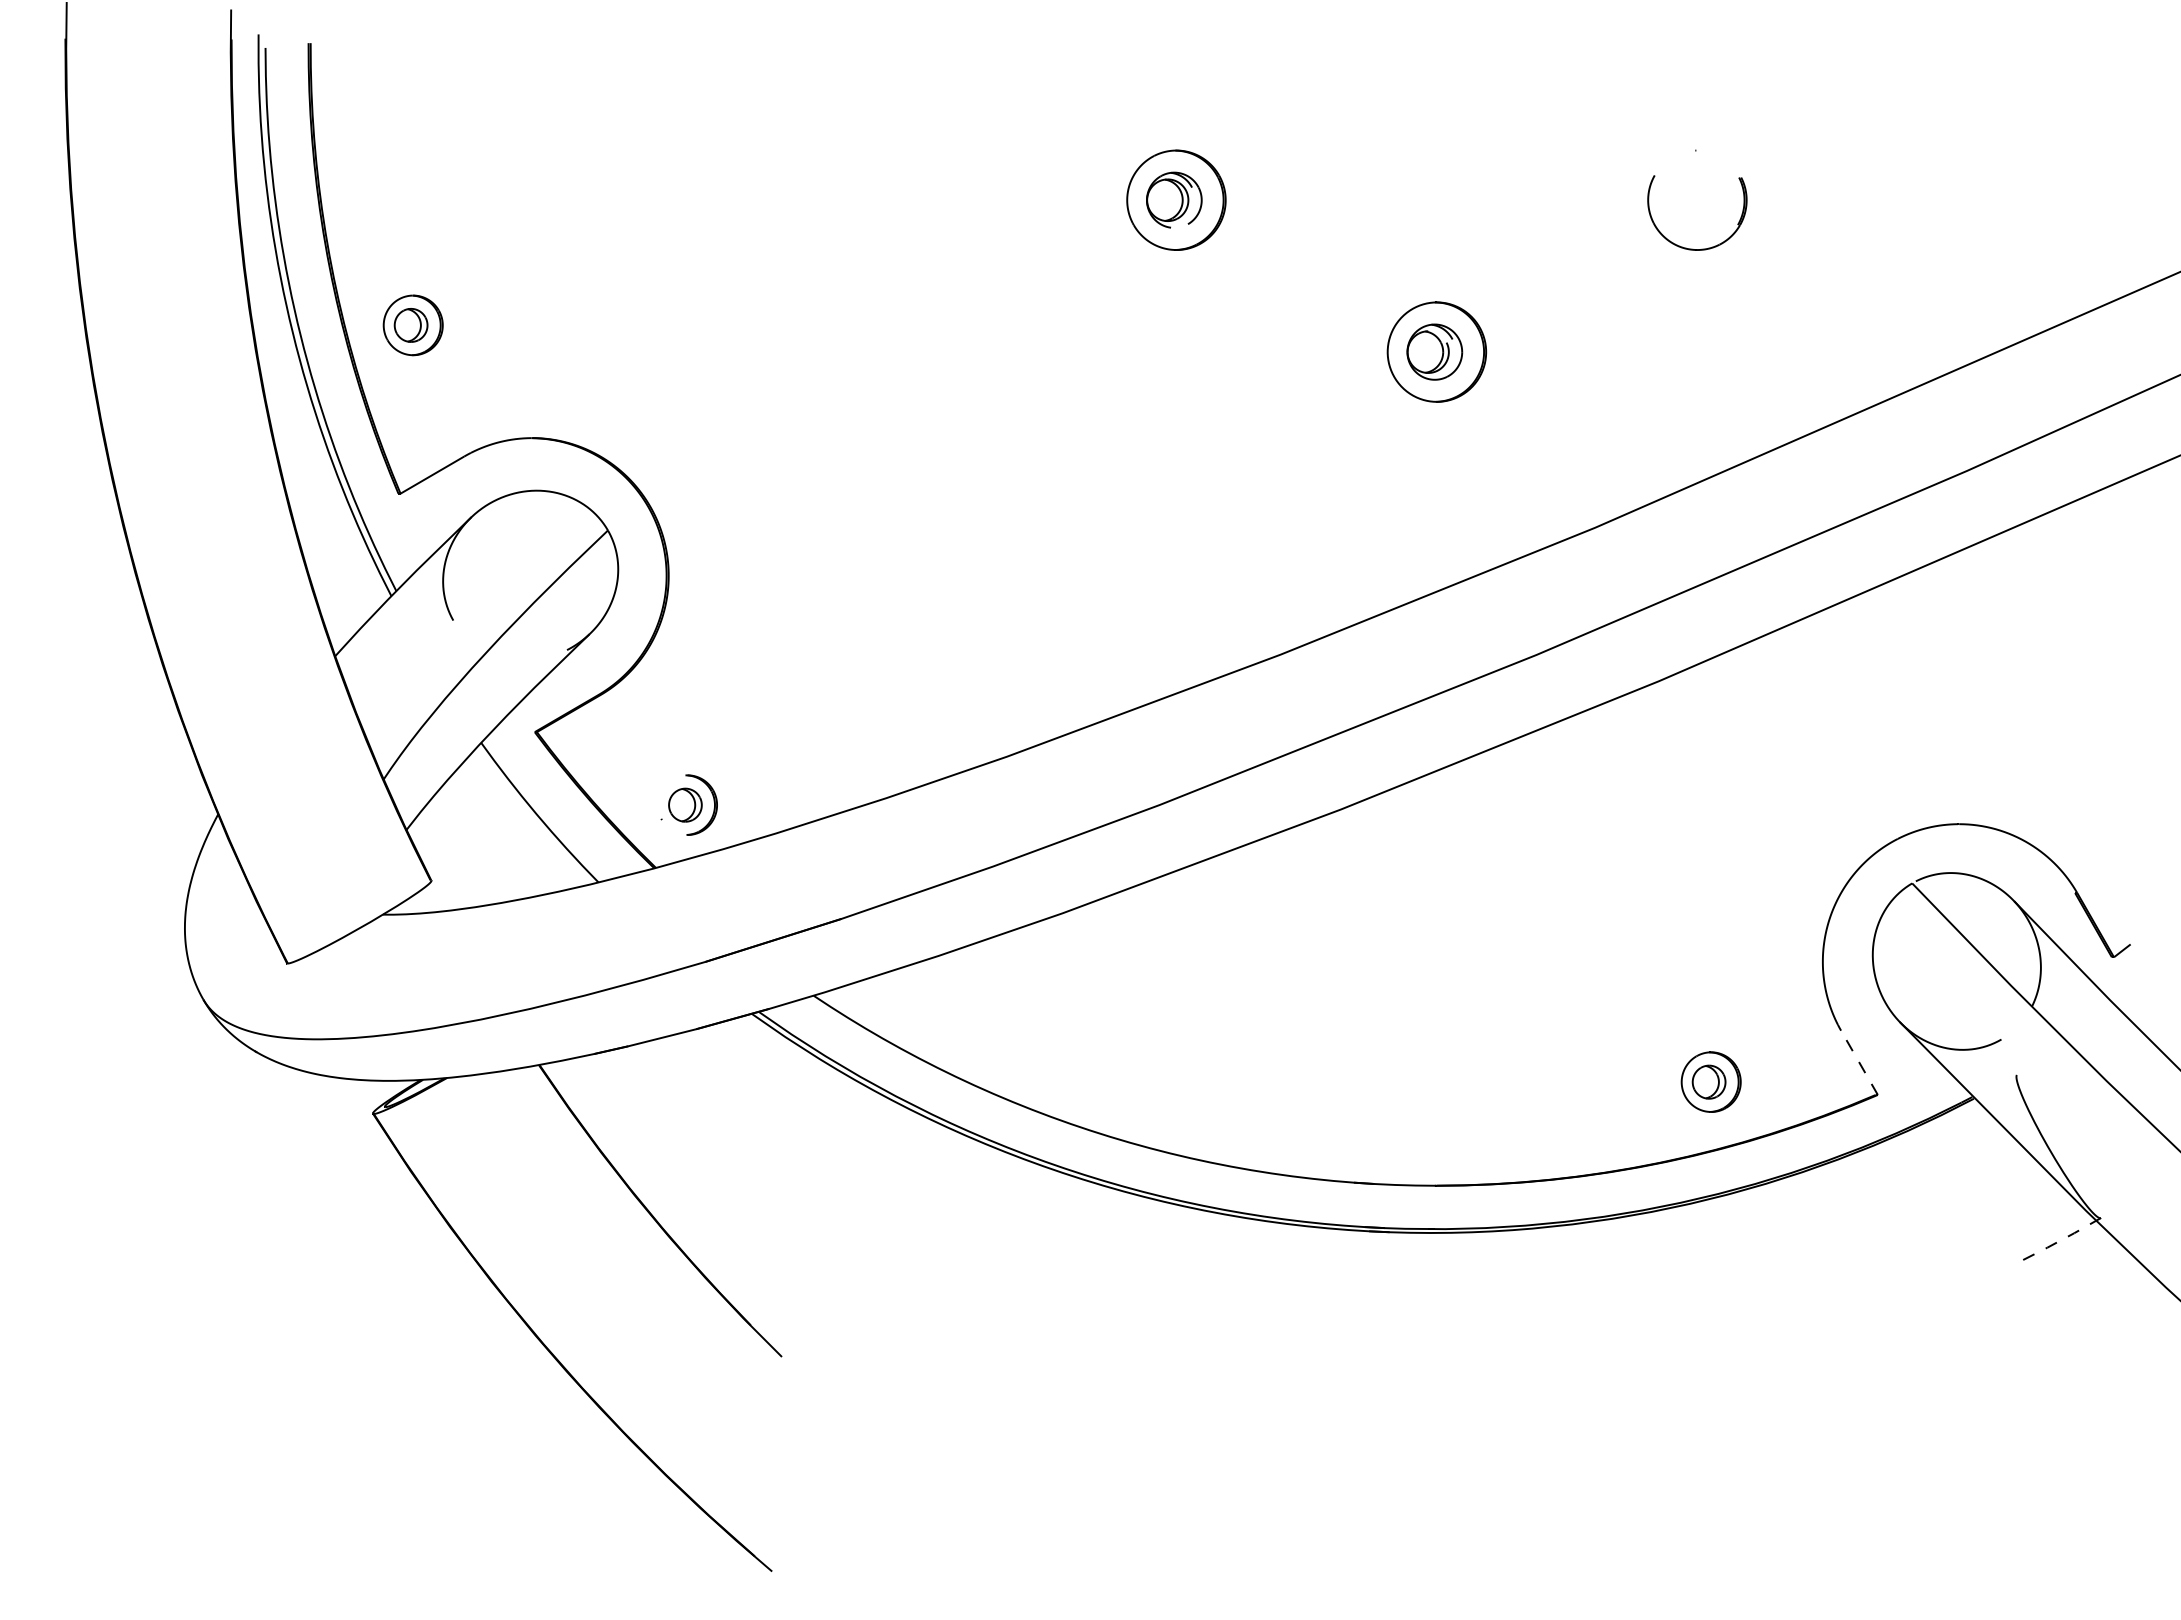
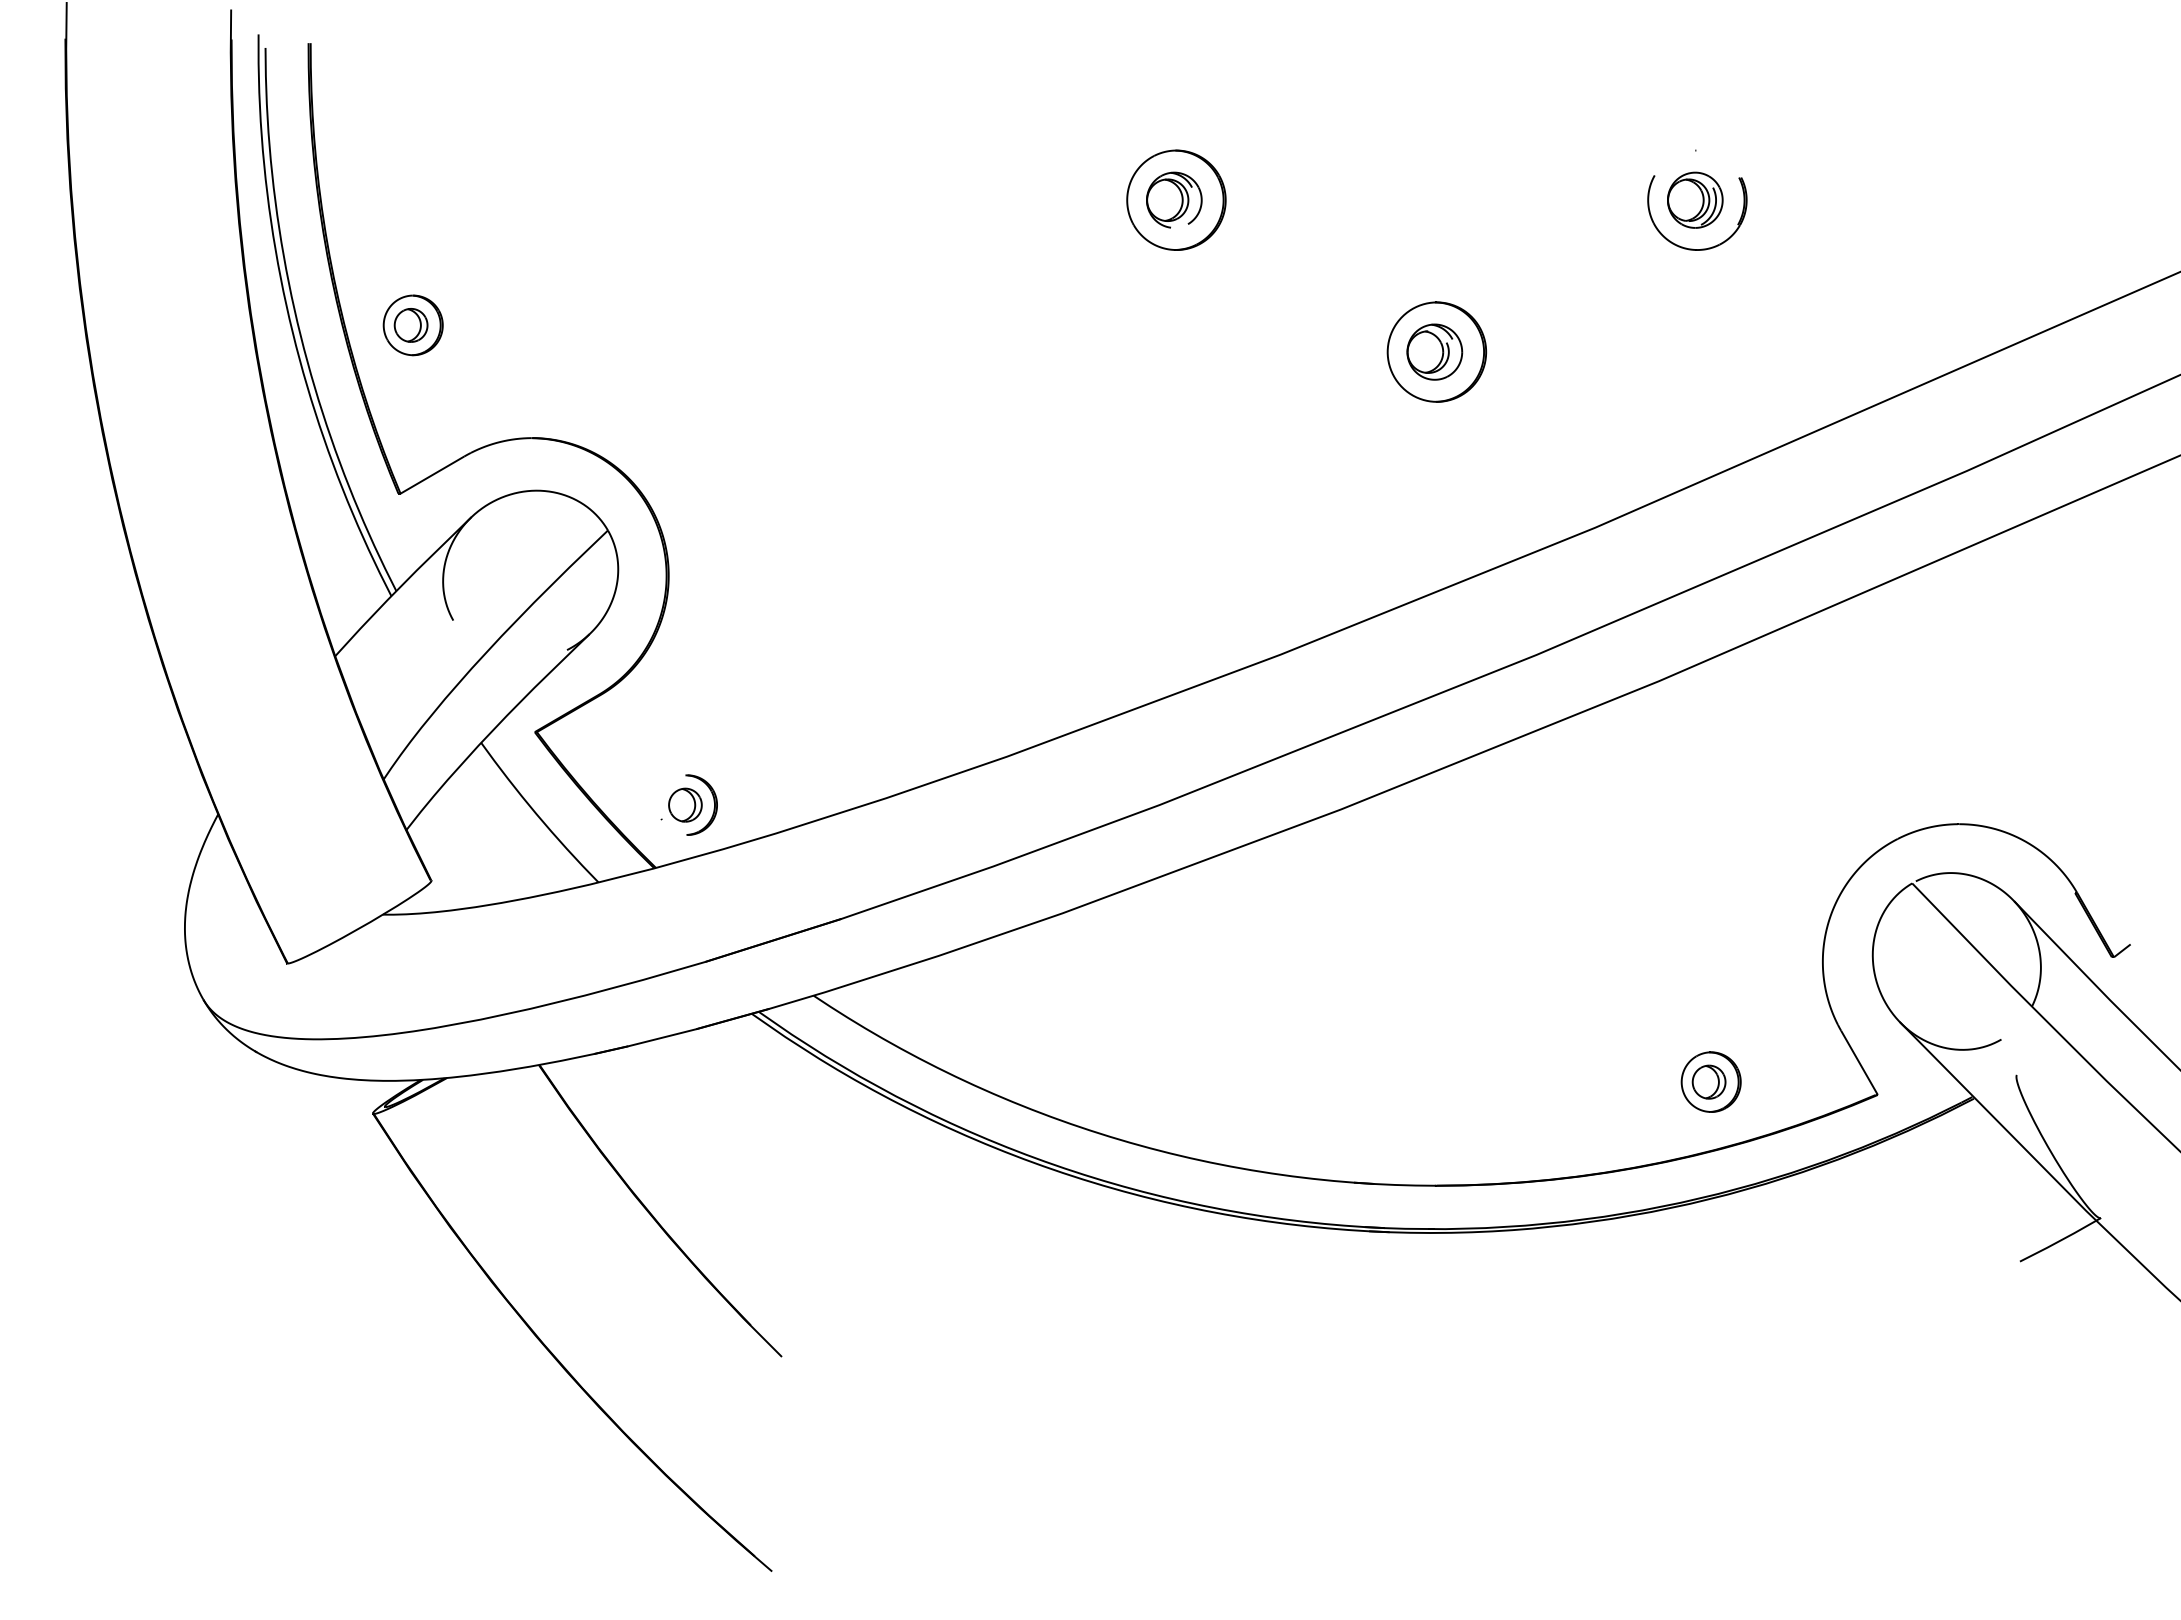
part at (1695, 199): none -> present
line at (1859, 1062): dashed -> solid
line at (2060, 1240): dashed -> solid
